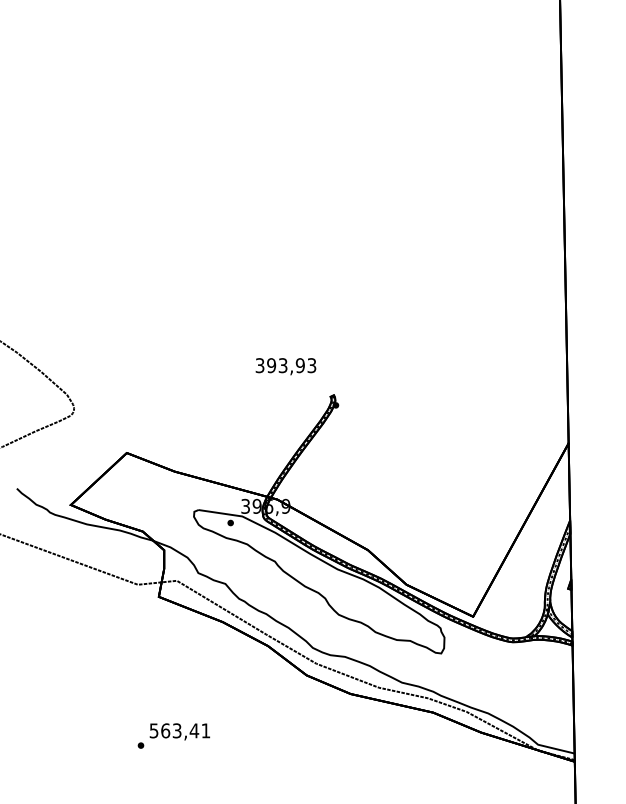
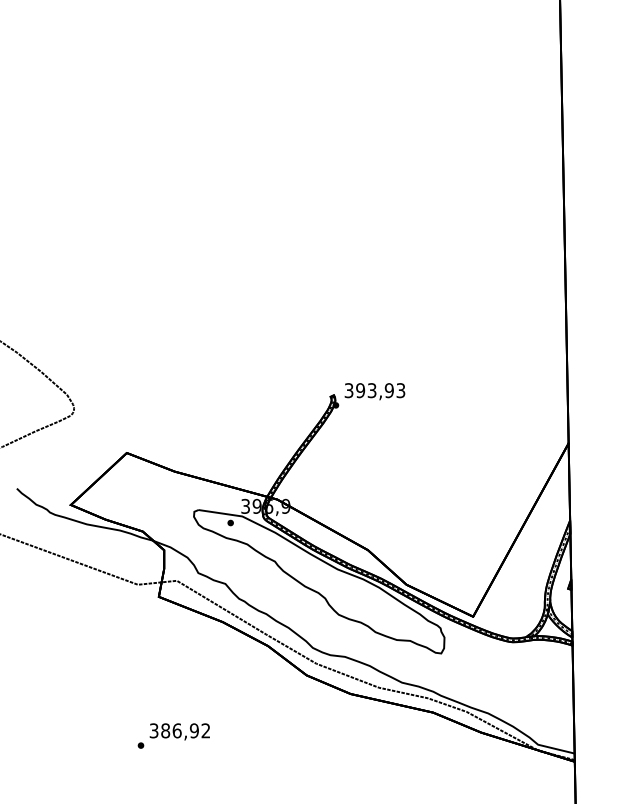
text at (285, 366) position: (285, 366) -> (374, 391)
text at (180, 730): 563,41 -> 386,92
